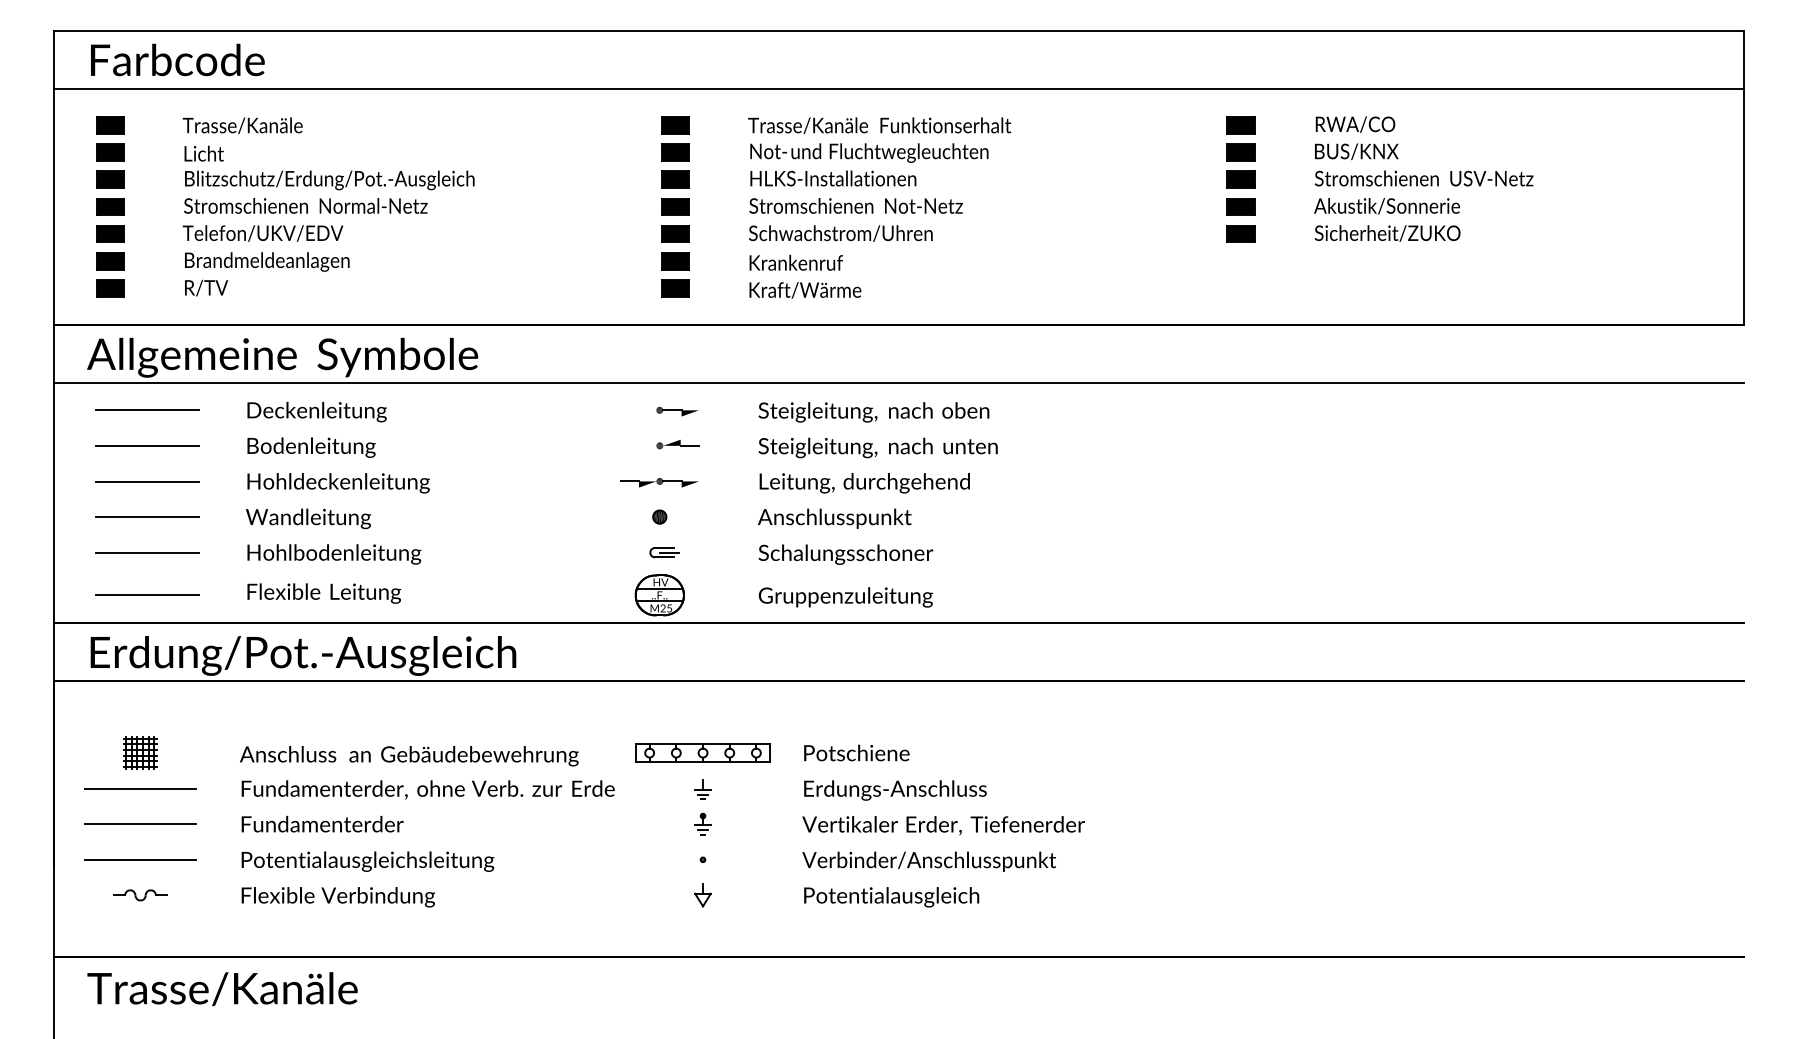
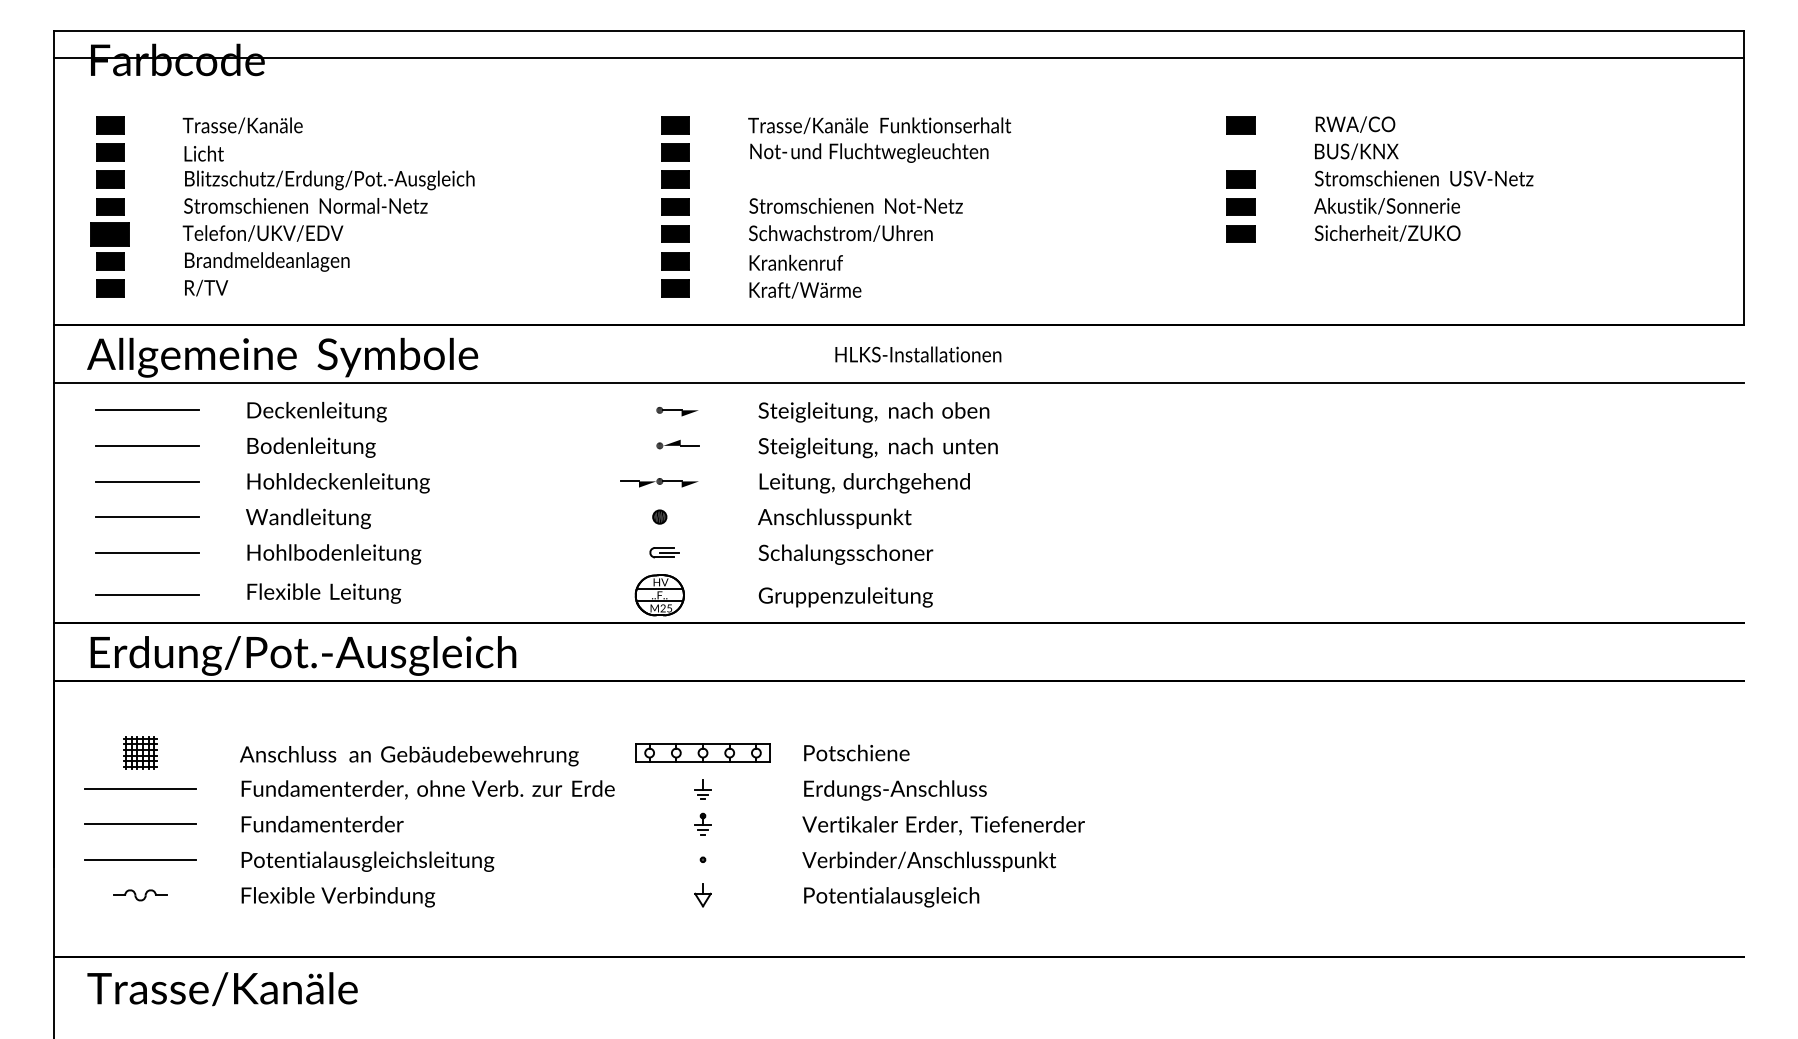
line at (898, 89) position: (898, 89) -> (898, 58)
part at (1240, 152): present -> none
text at (833, 178) position: (833, 178) -> (918, 354)
part at (110, 233) size: 29x18 px -> 40x25 px
